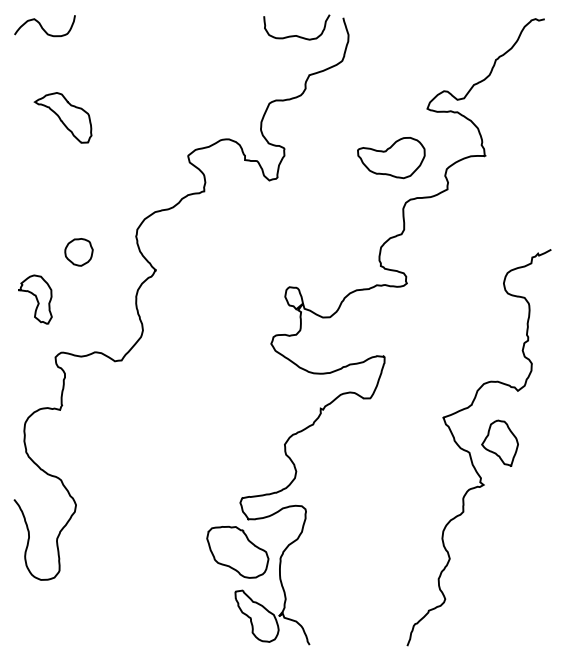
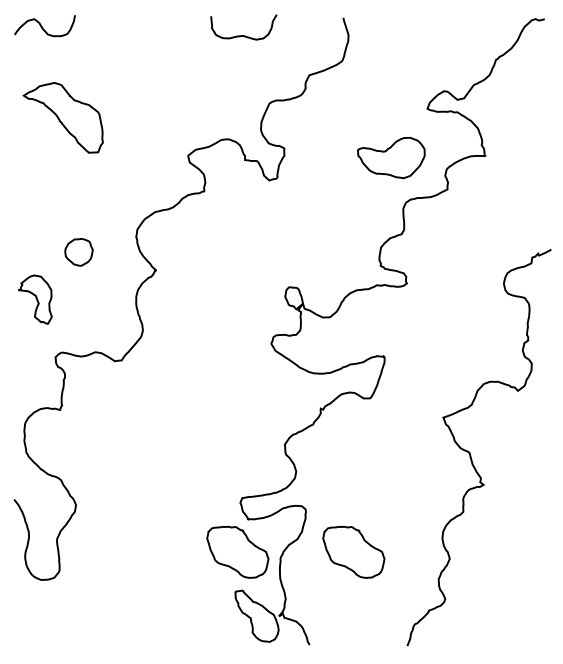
curve at (296, 35) position: (296, 35) -> (243, 35)
part at (62, 117) size: 60x52 px -> 82x72 px
part at (499, 442): present -> none
part at (353, 551): none -> present
